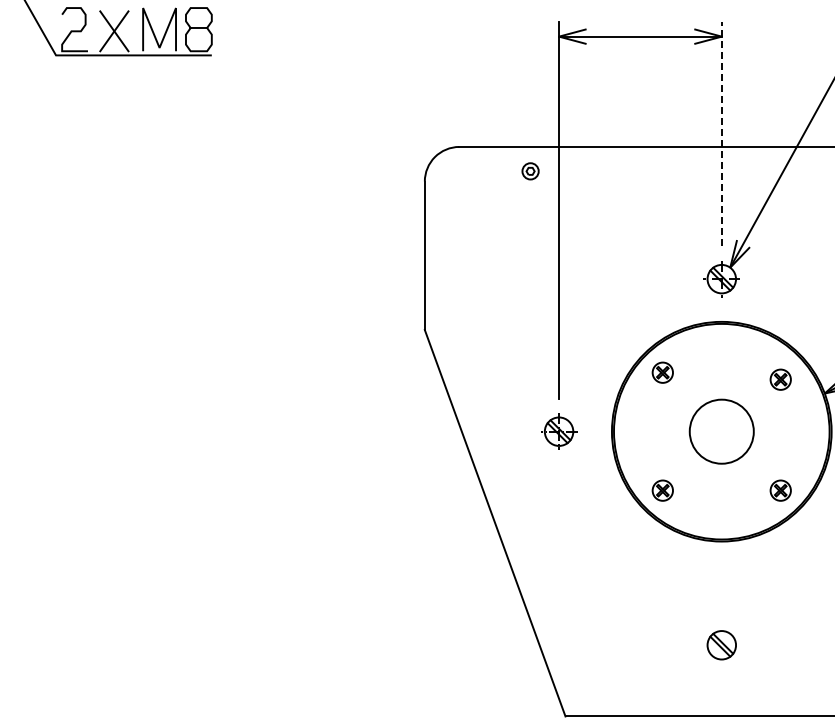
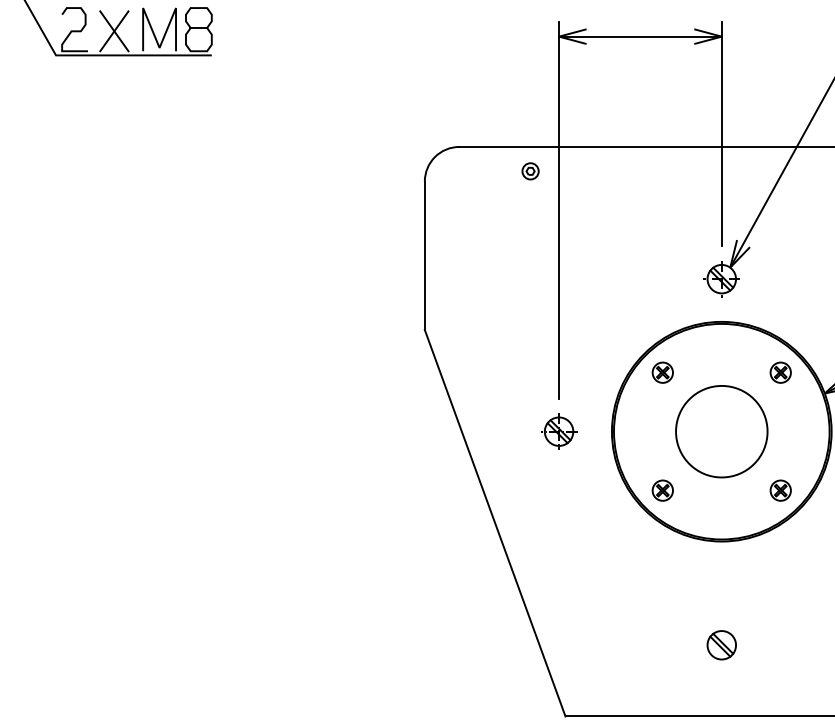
line at (721, 134): dashed -> solid
part at (780, 379) position: (780, 379) -> (780, 372)
circle at (721, 431) diameter: 64 px -> 92 px
